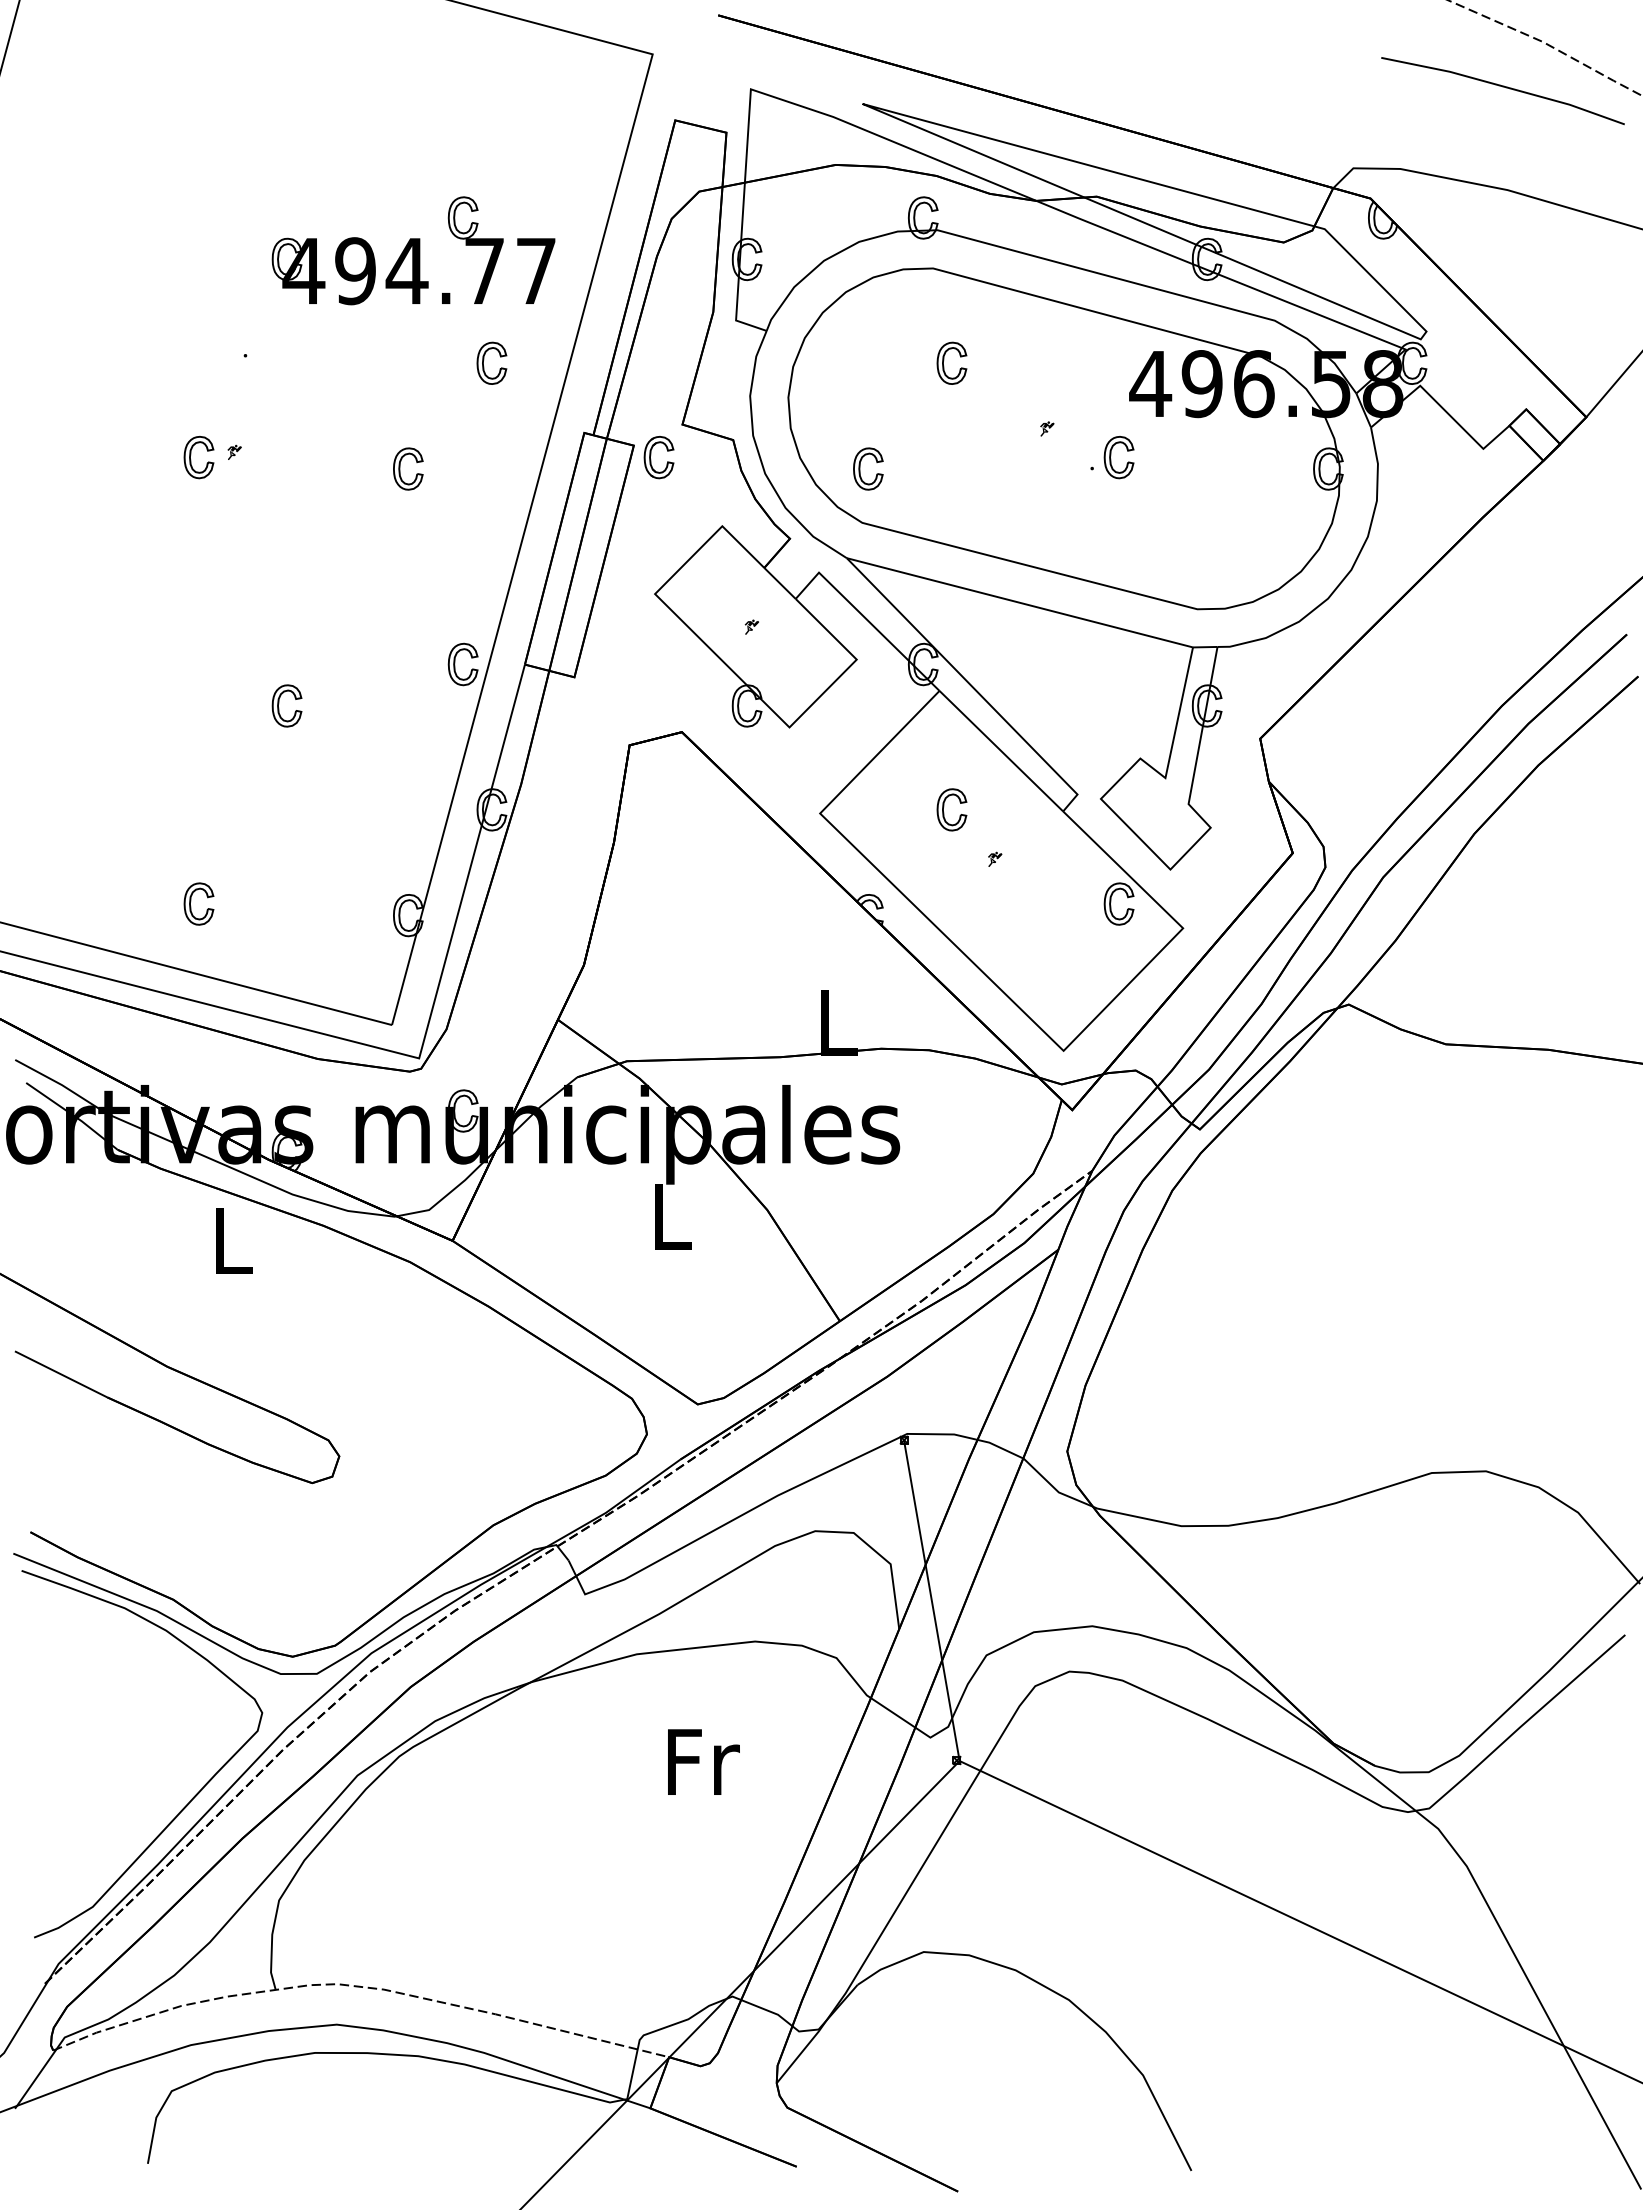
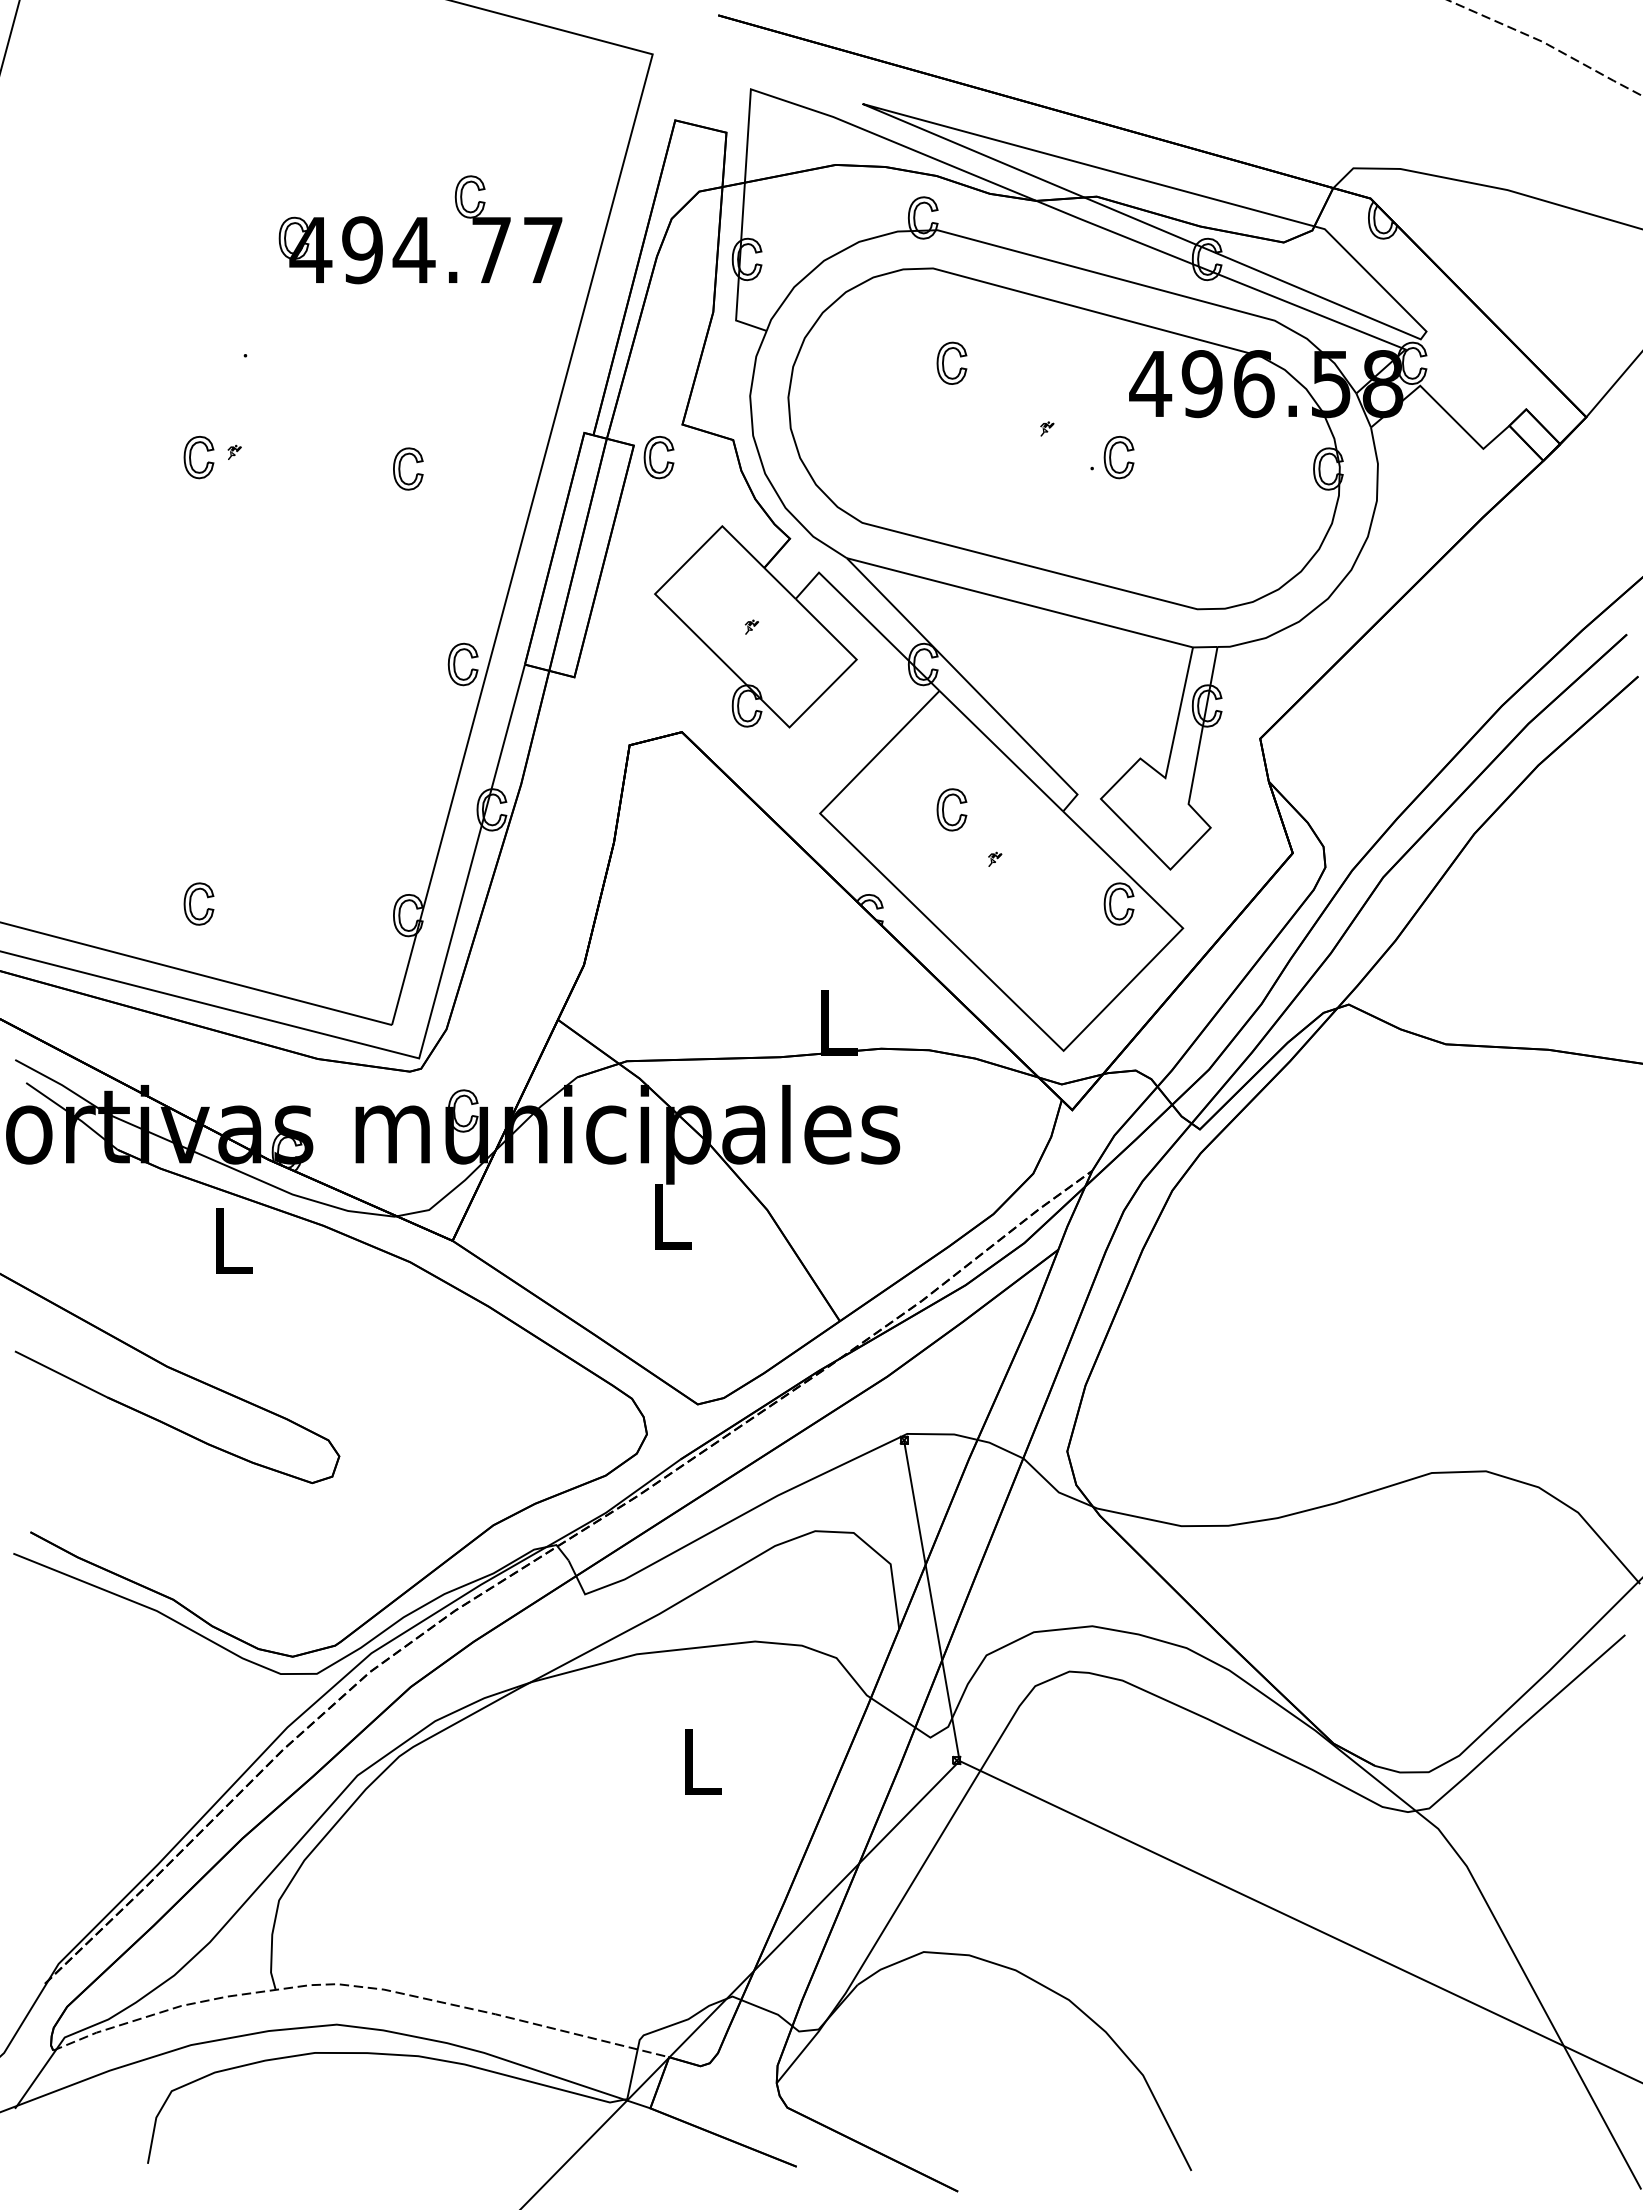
line at (1502, 87): present -> none
part at (413, 250) position: (413, 250) -> (420, 229)
part at (484, 359): present -> none
part at (860, 468): present -> none
part at (279, 703): present -> none
text at (703, 1761): Fr -> L
curve at (191, 1798): present -> none
